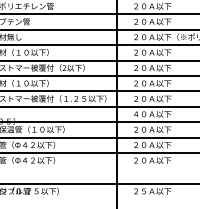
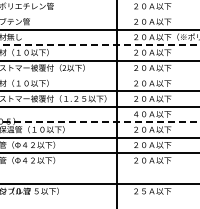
line at (99, 14): present -> none
line at (99, 45): solid -> dashed
line at (99, 75): present -> none
line at (99, 122): solid -> dashed
